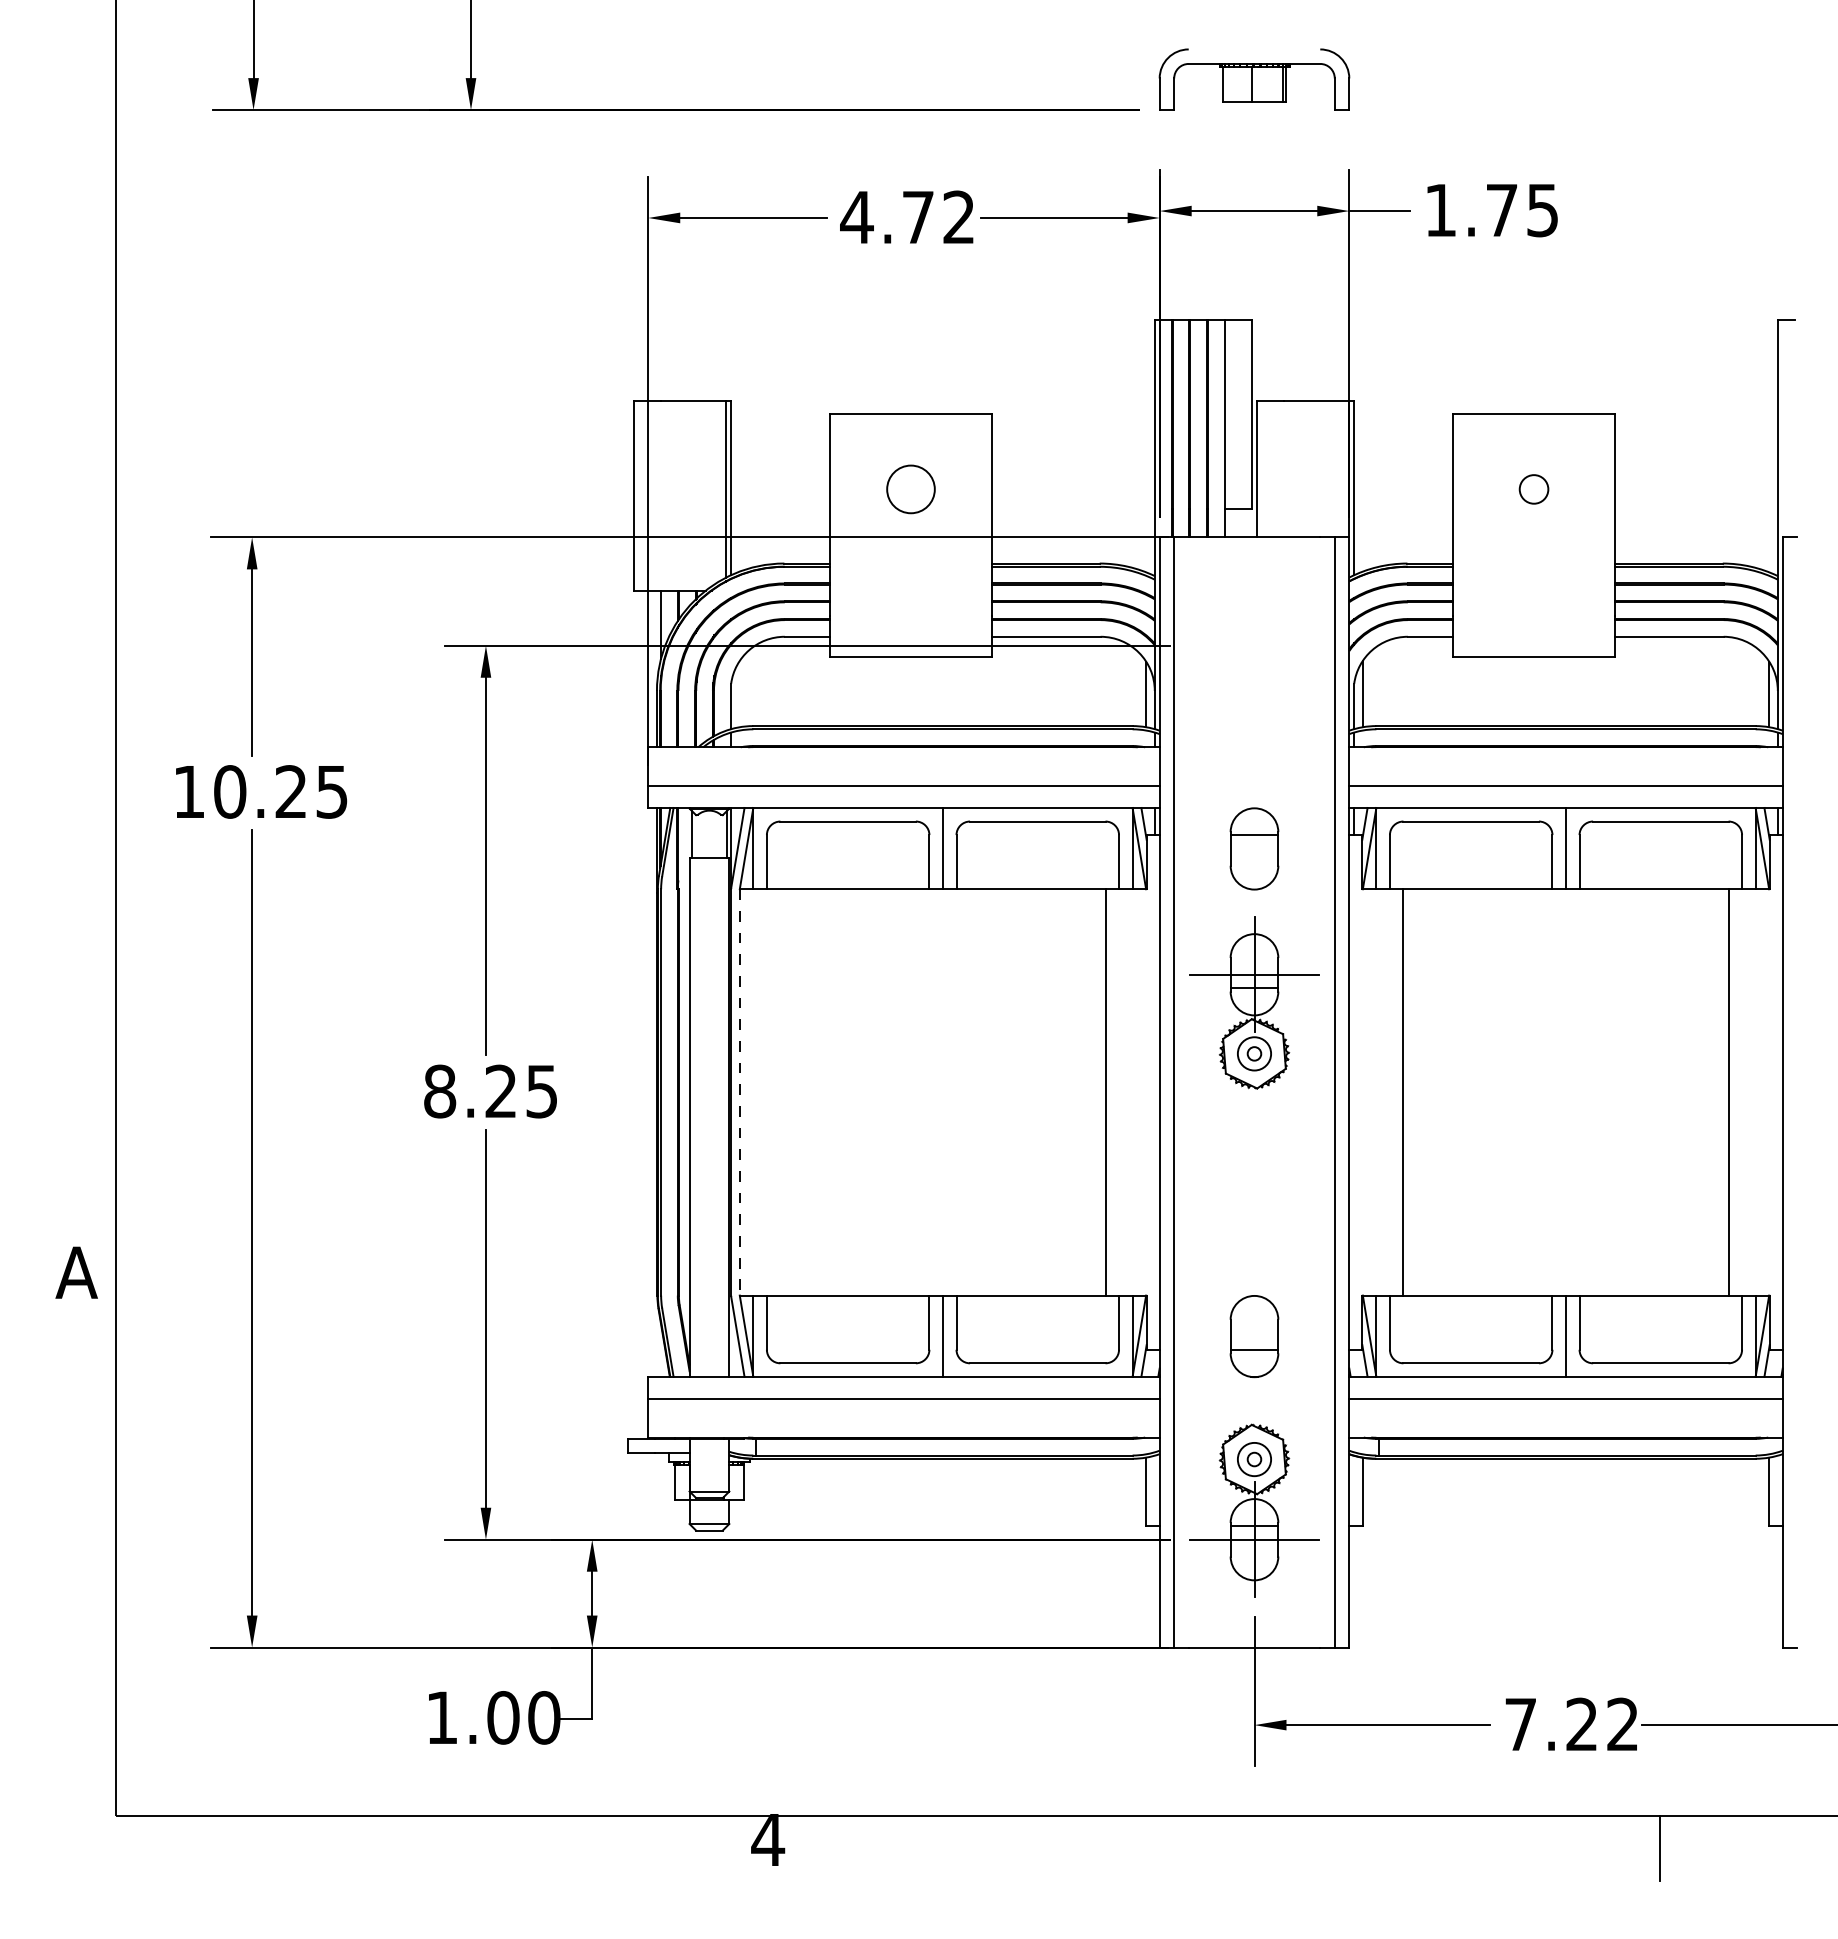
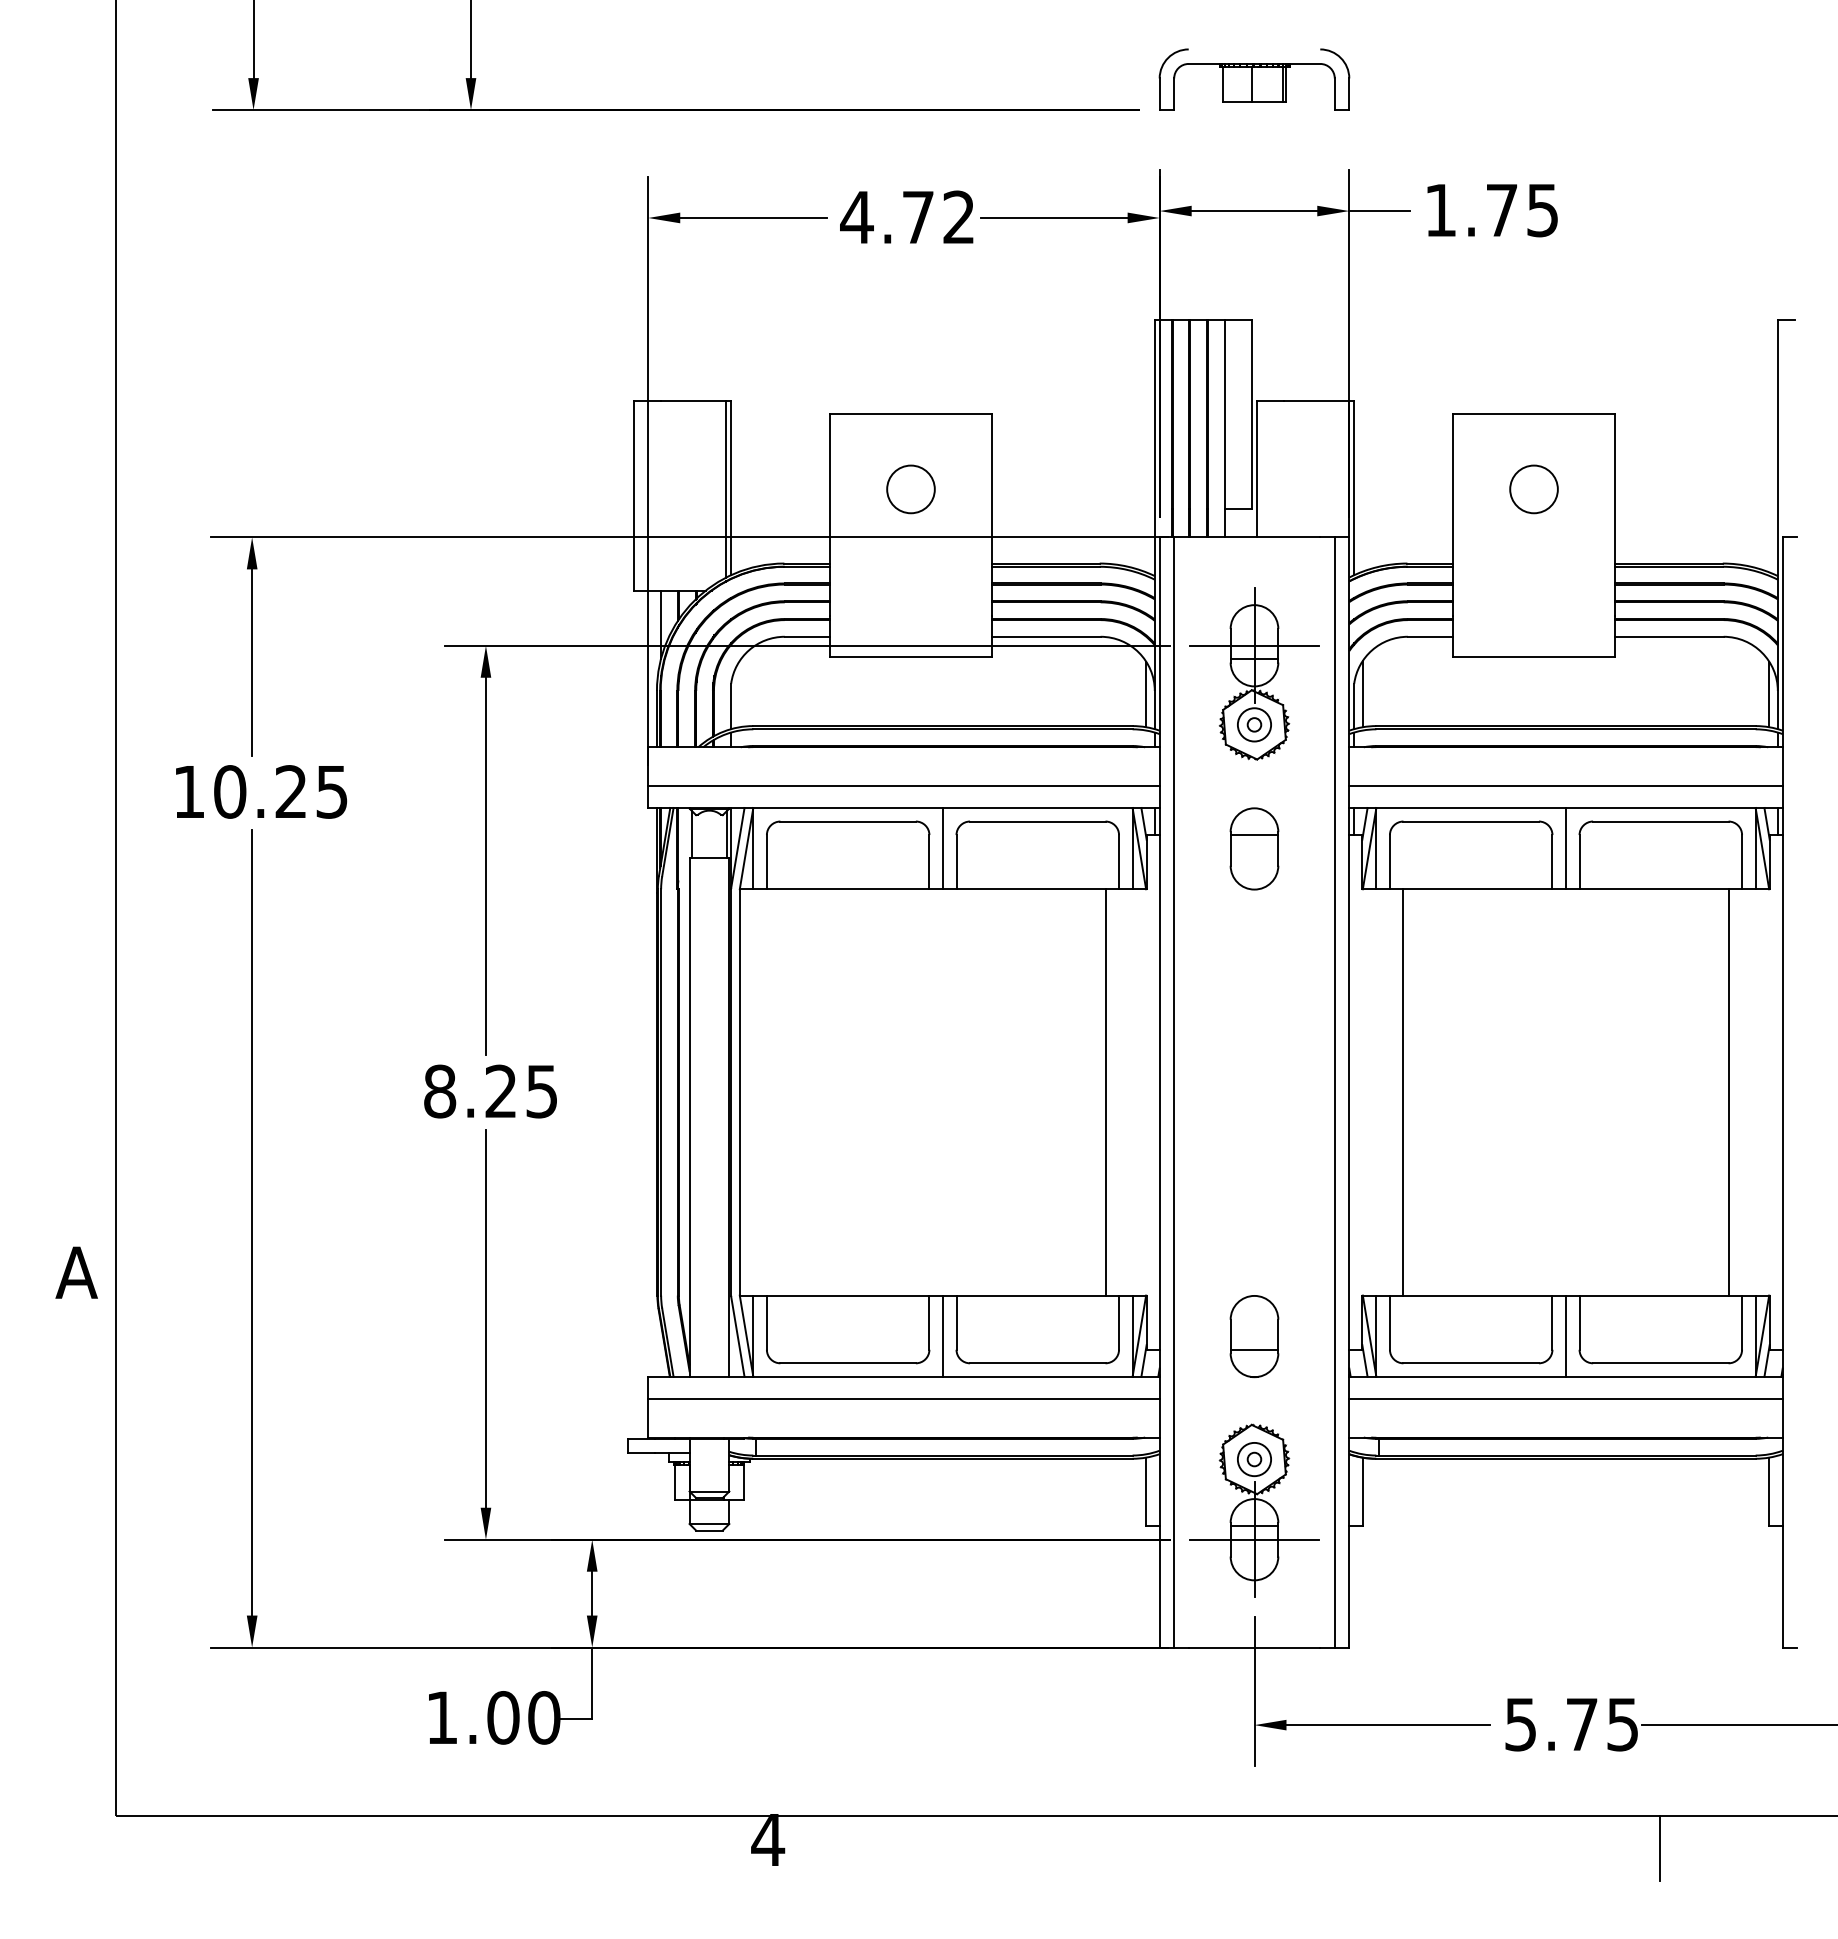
circle at (1533, 489) diameter: 29 px -> 48 px
part at (1254, 1002) position: (1254, 1002) -> (1254, 673)
line at (739, 1092): dashed -> solid
text at (1571, 1724): 7.22 -> 5.75
